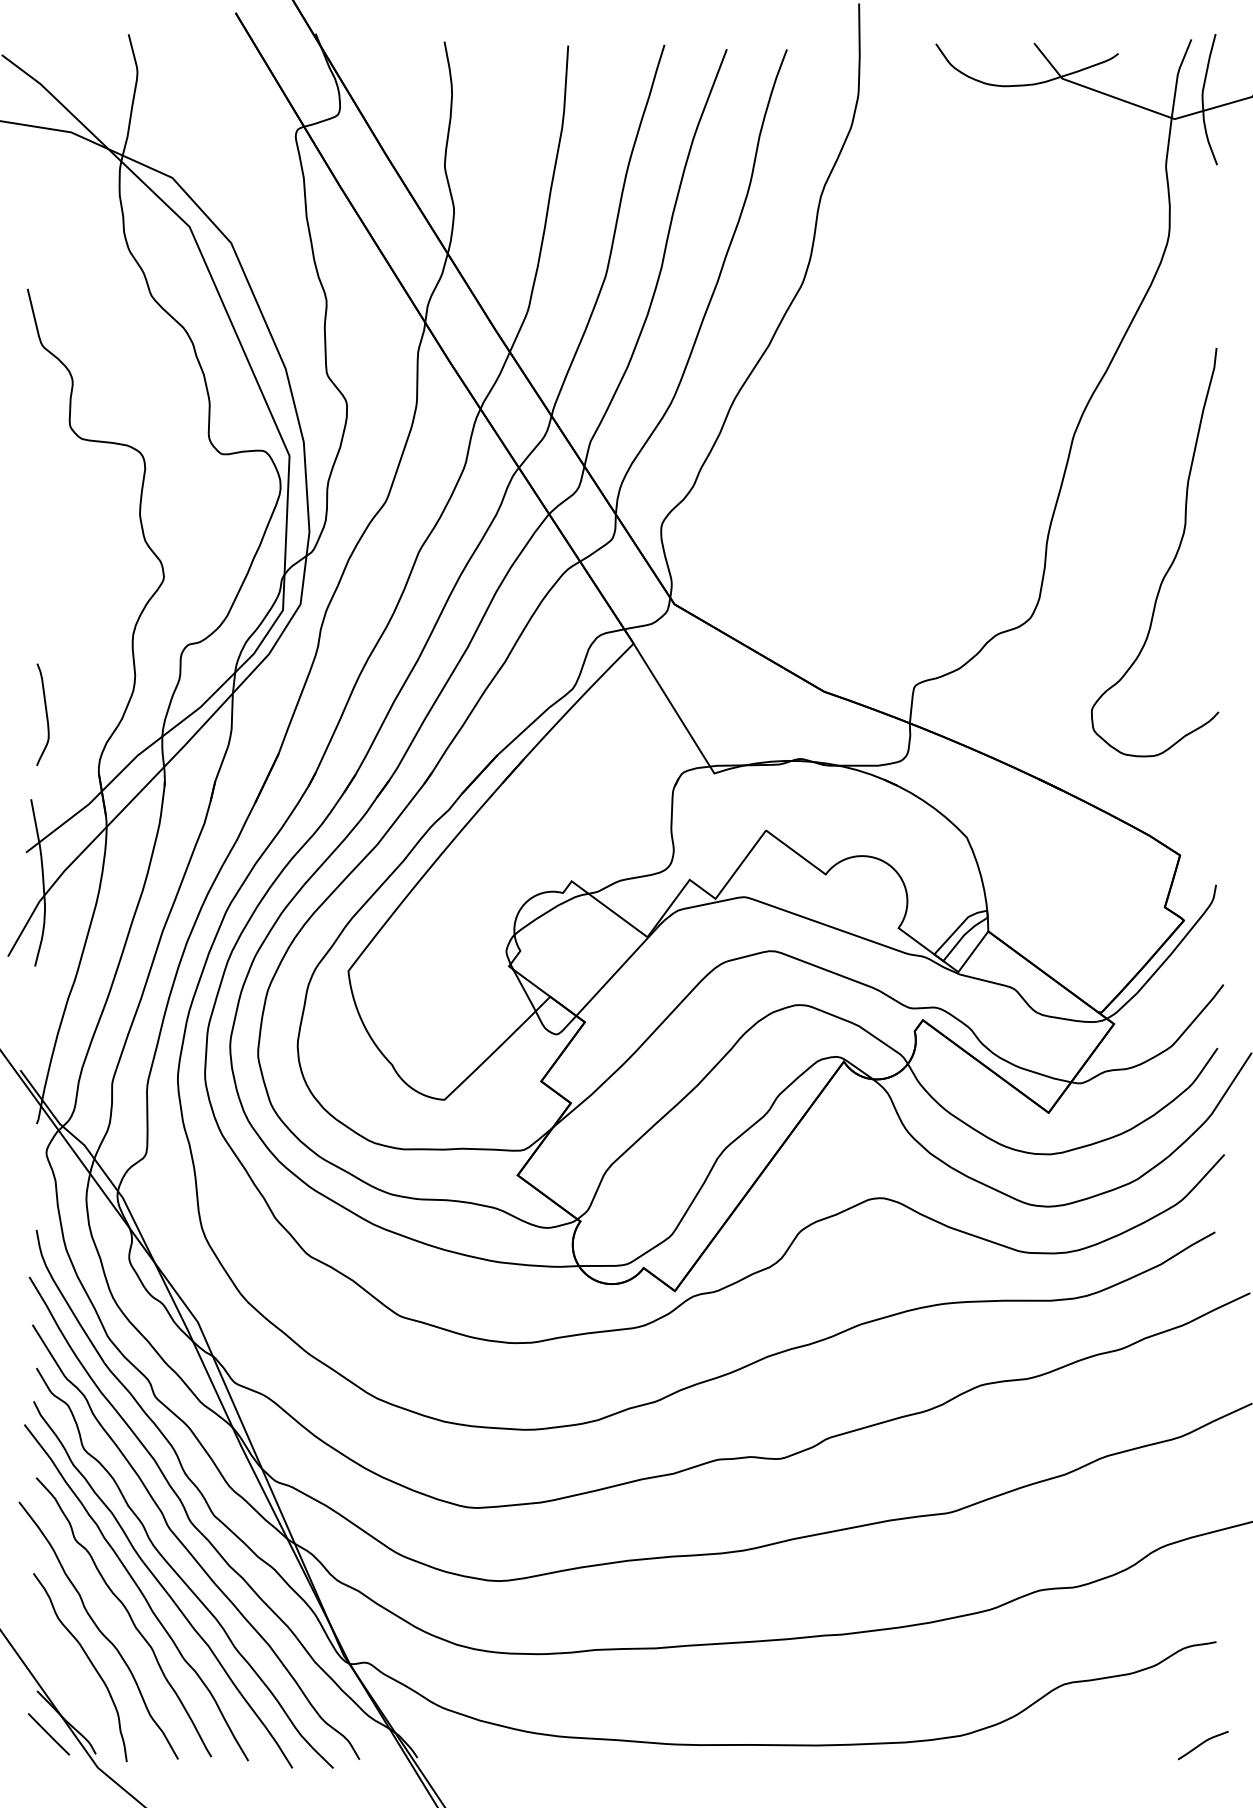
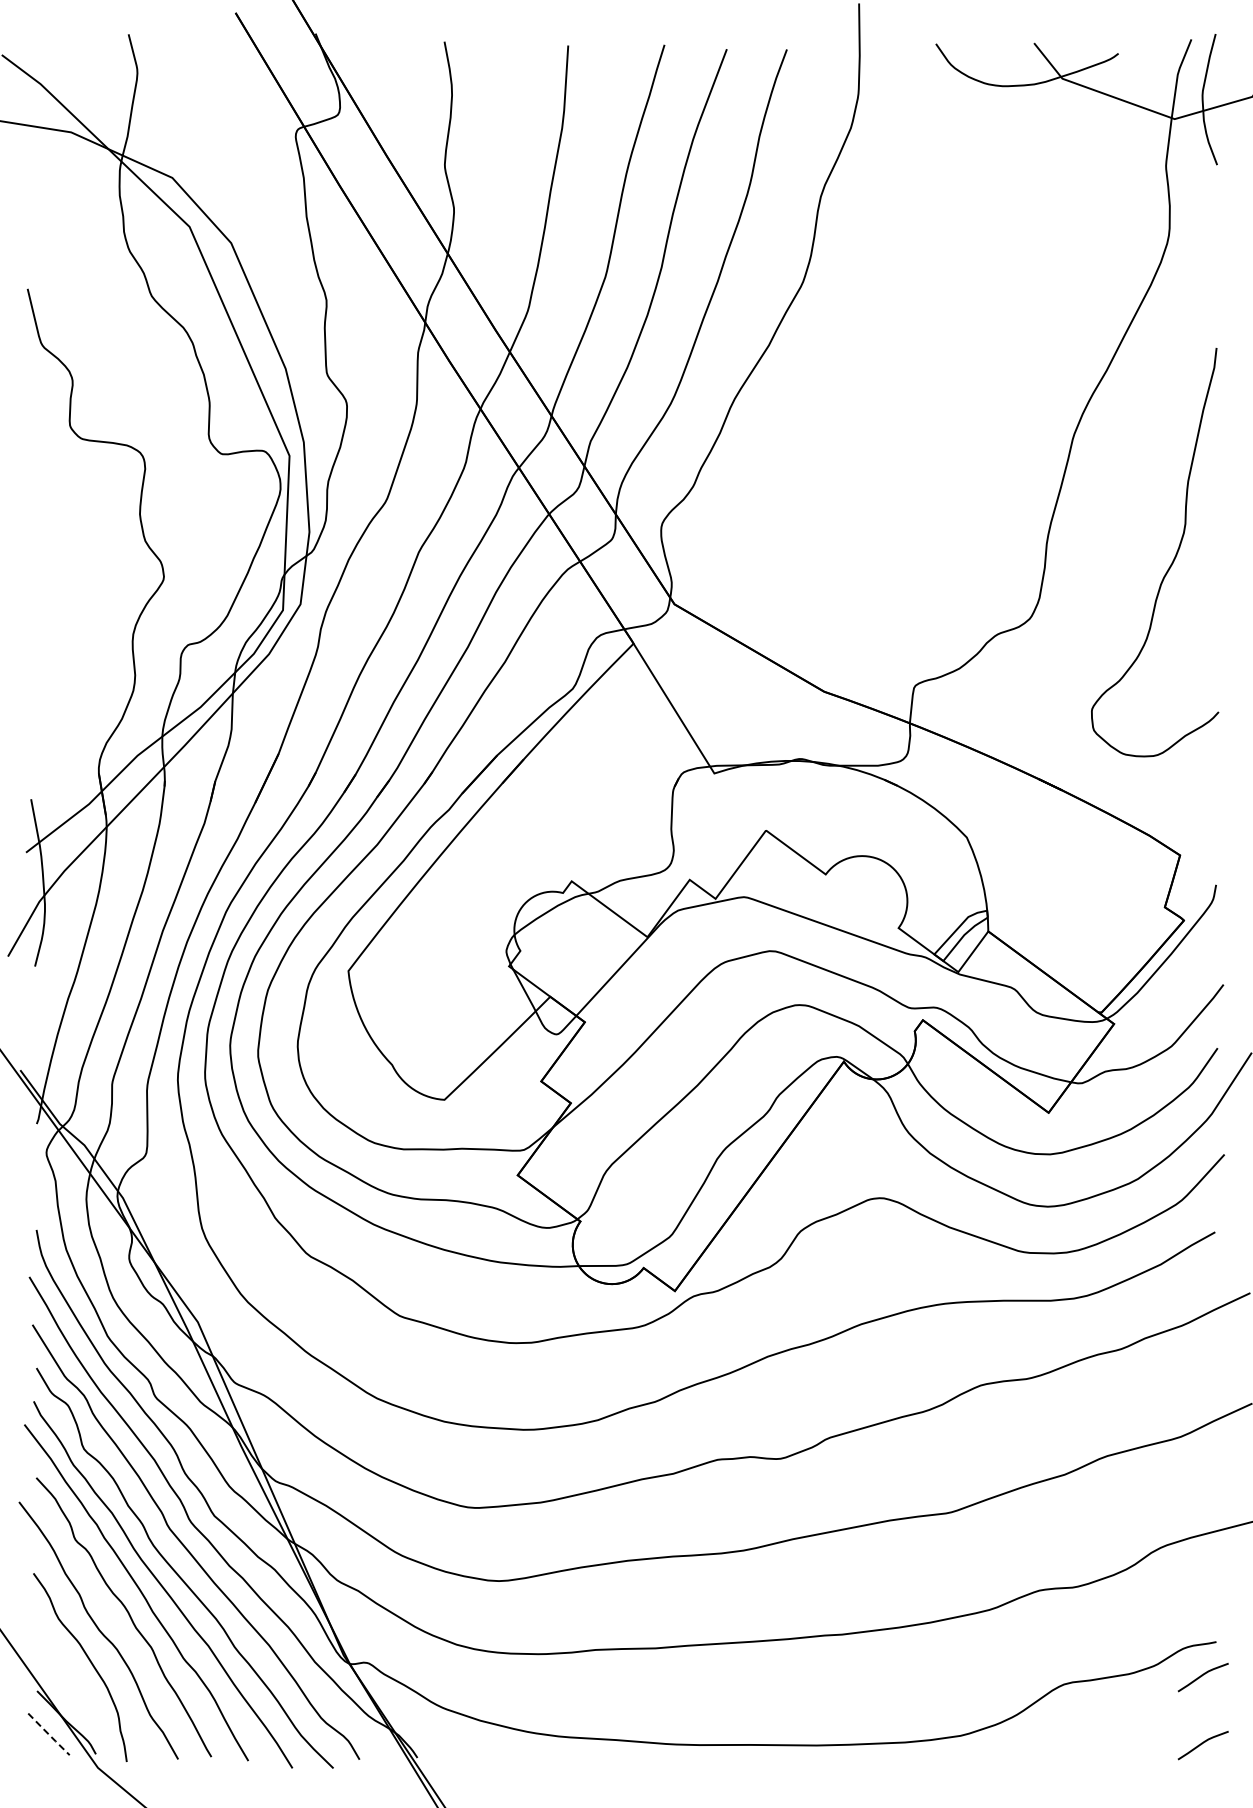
curve at (45, 713): present -> none
curve at (1202, 1676): none -> present
line at (48, 1734): solid -> dashed
